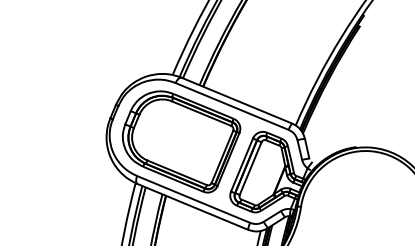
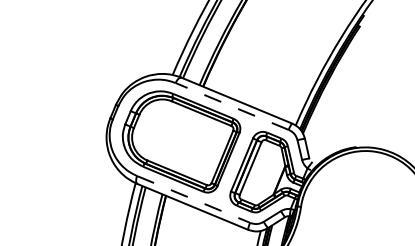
line at (231, 106): solid -> dashed
line at (194, 199): solid -> dashed
